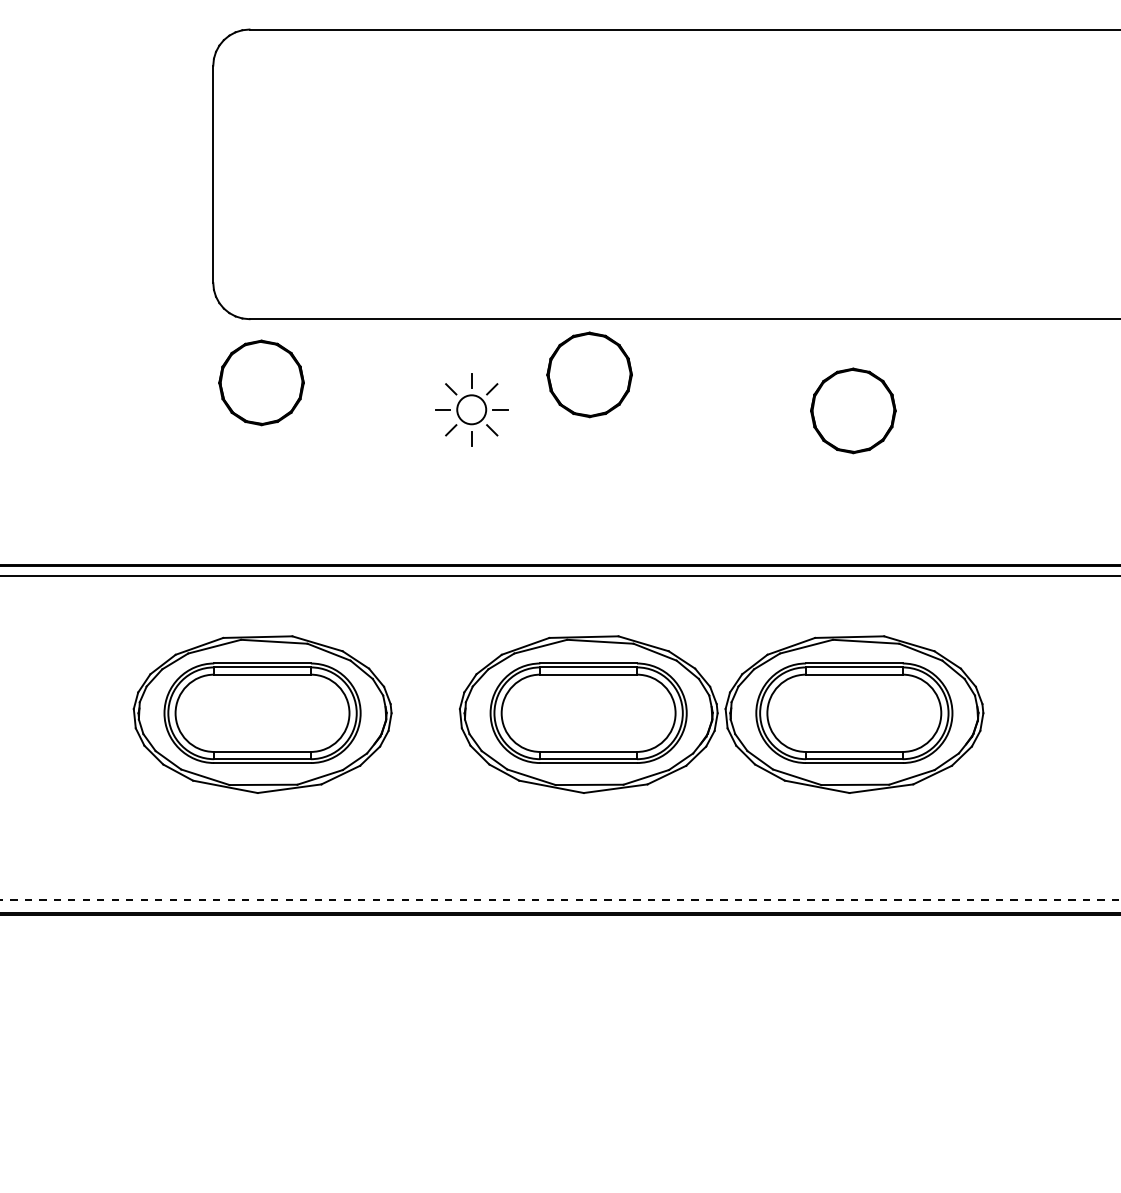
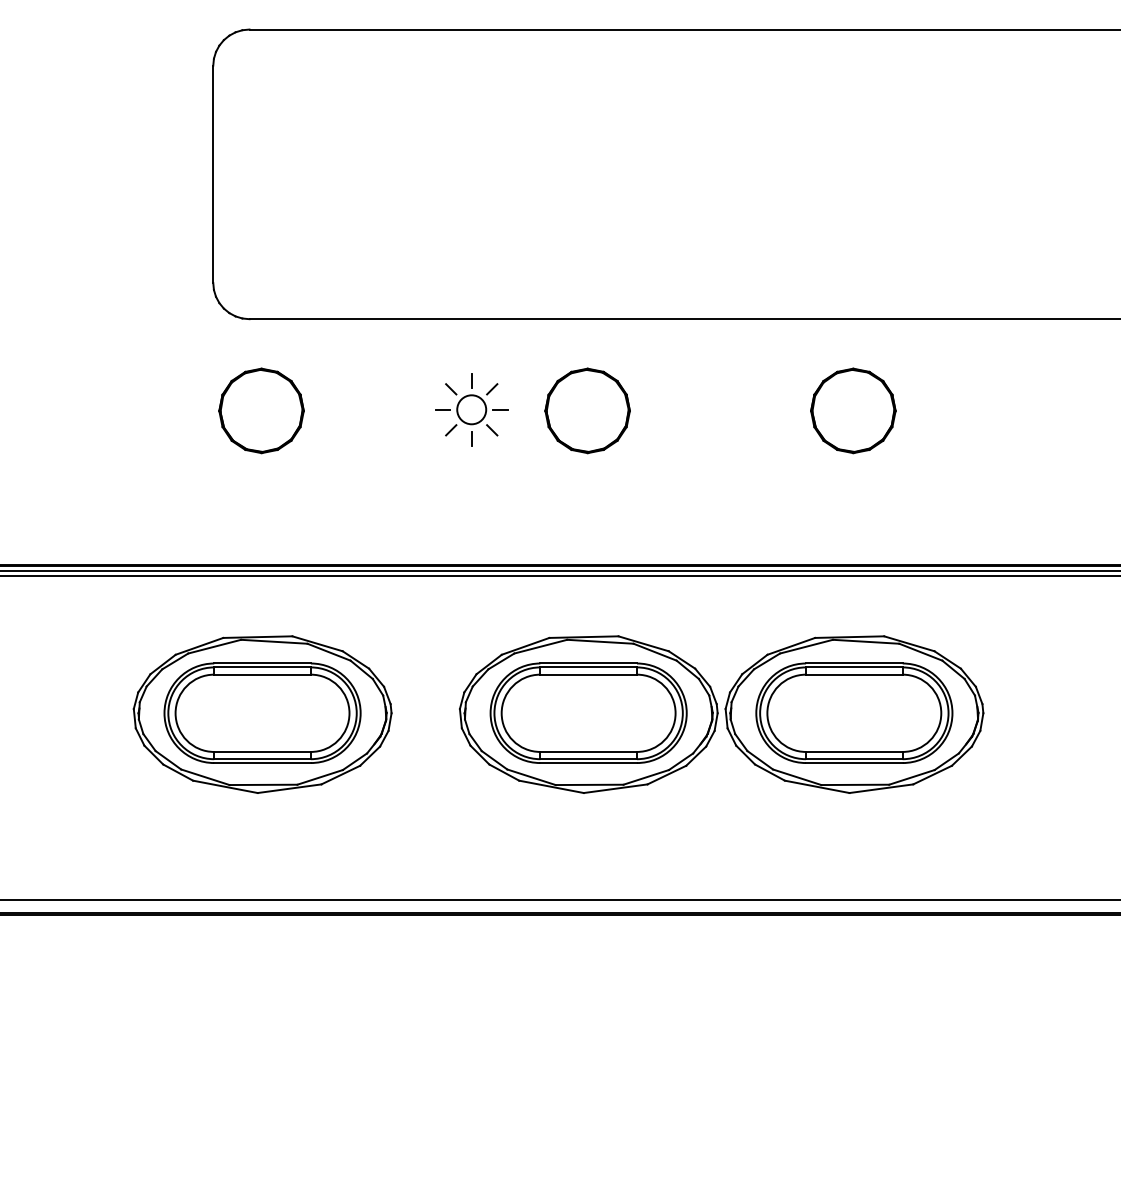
part at (589, 374) position: (589, 374) -> (587, 410)
part at (261, 382) position: (261, 382) -> (261, 410)
line at (559, 570): none -> present
line at (560, 900): dashed -> solid
